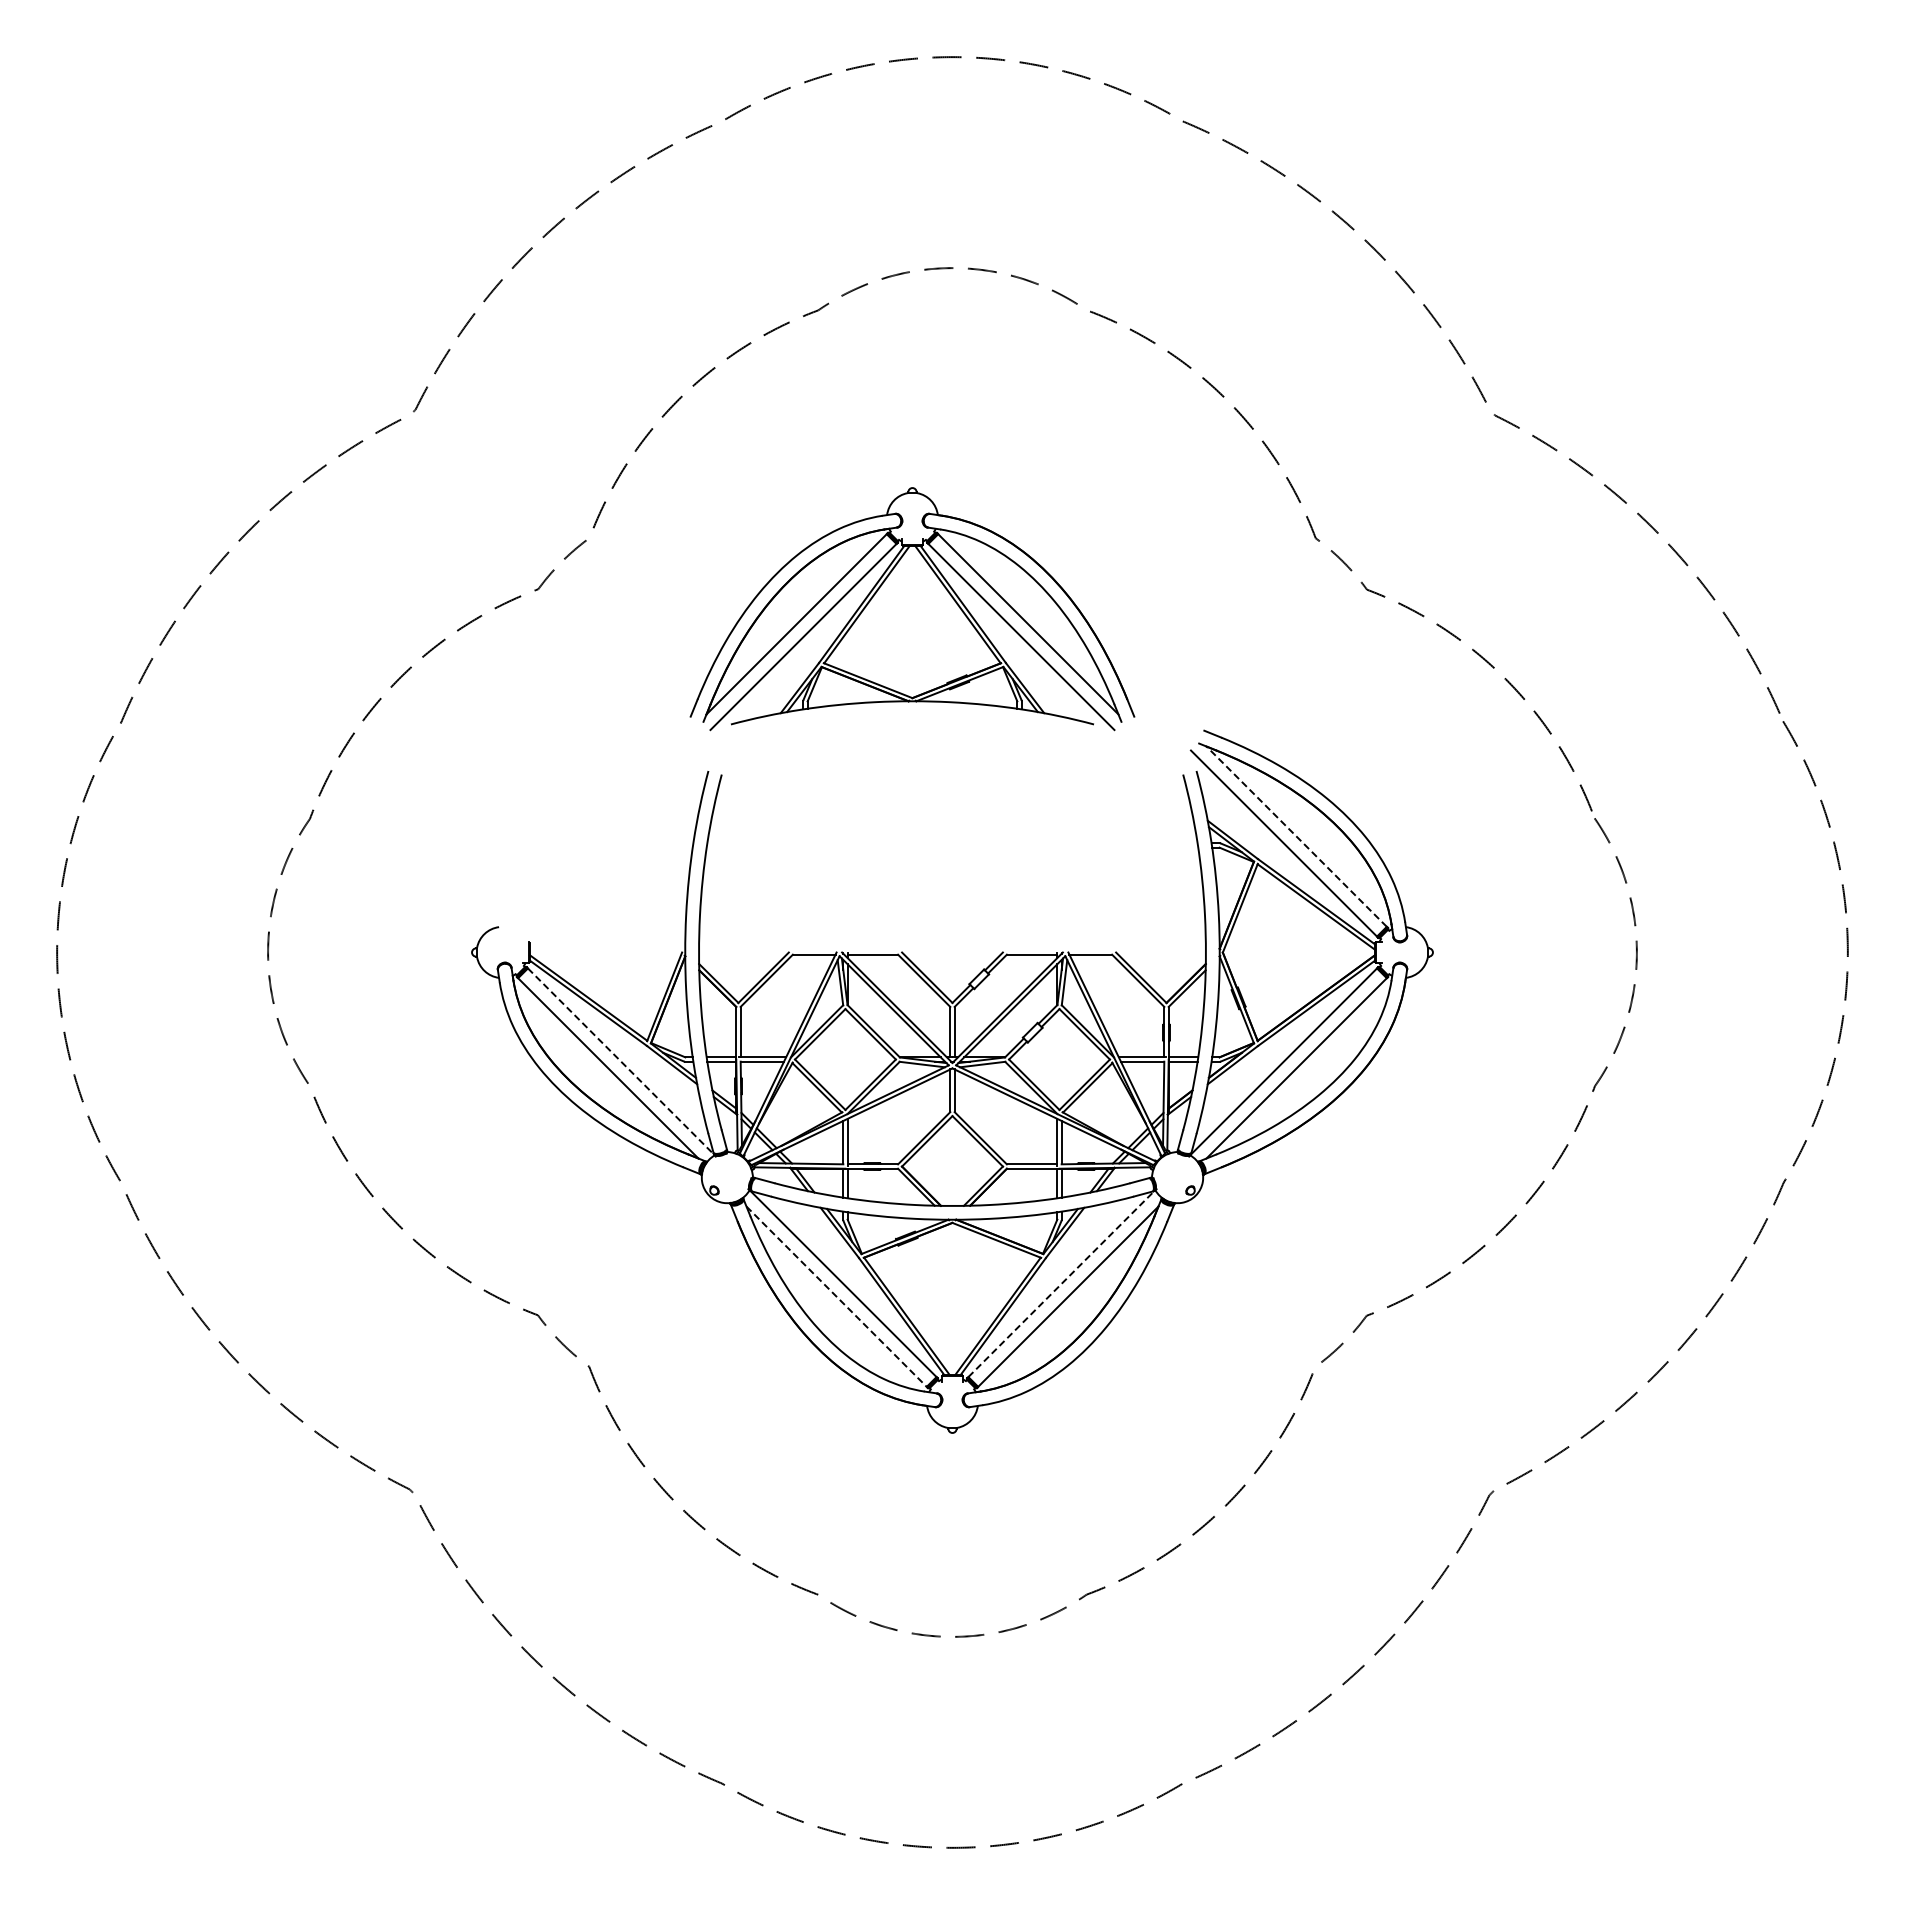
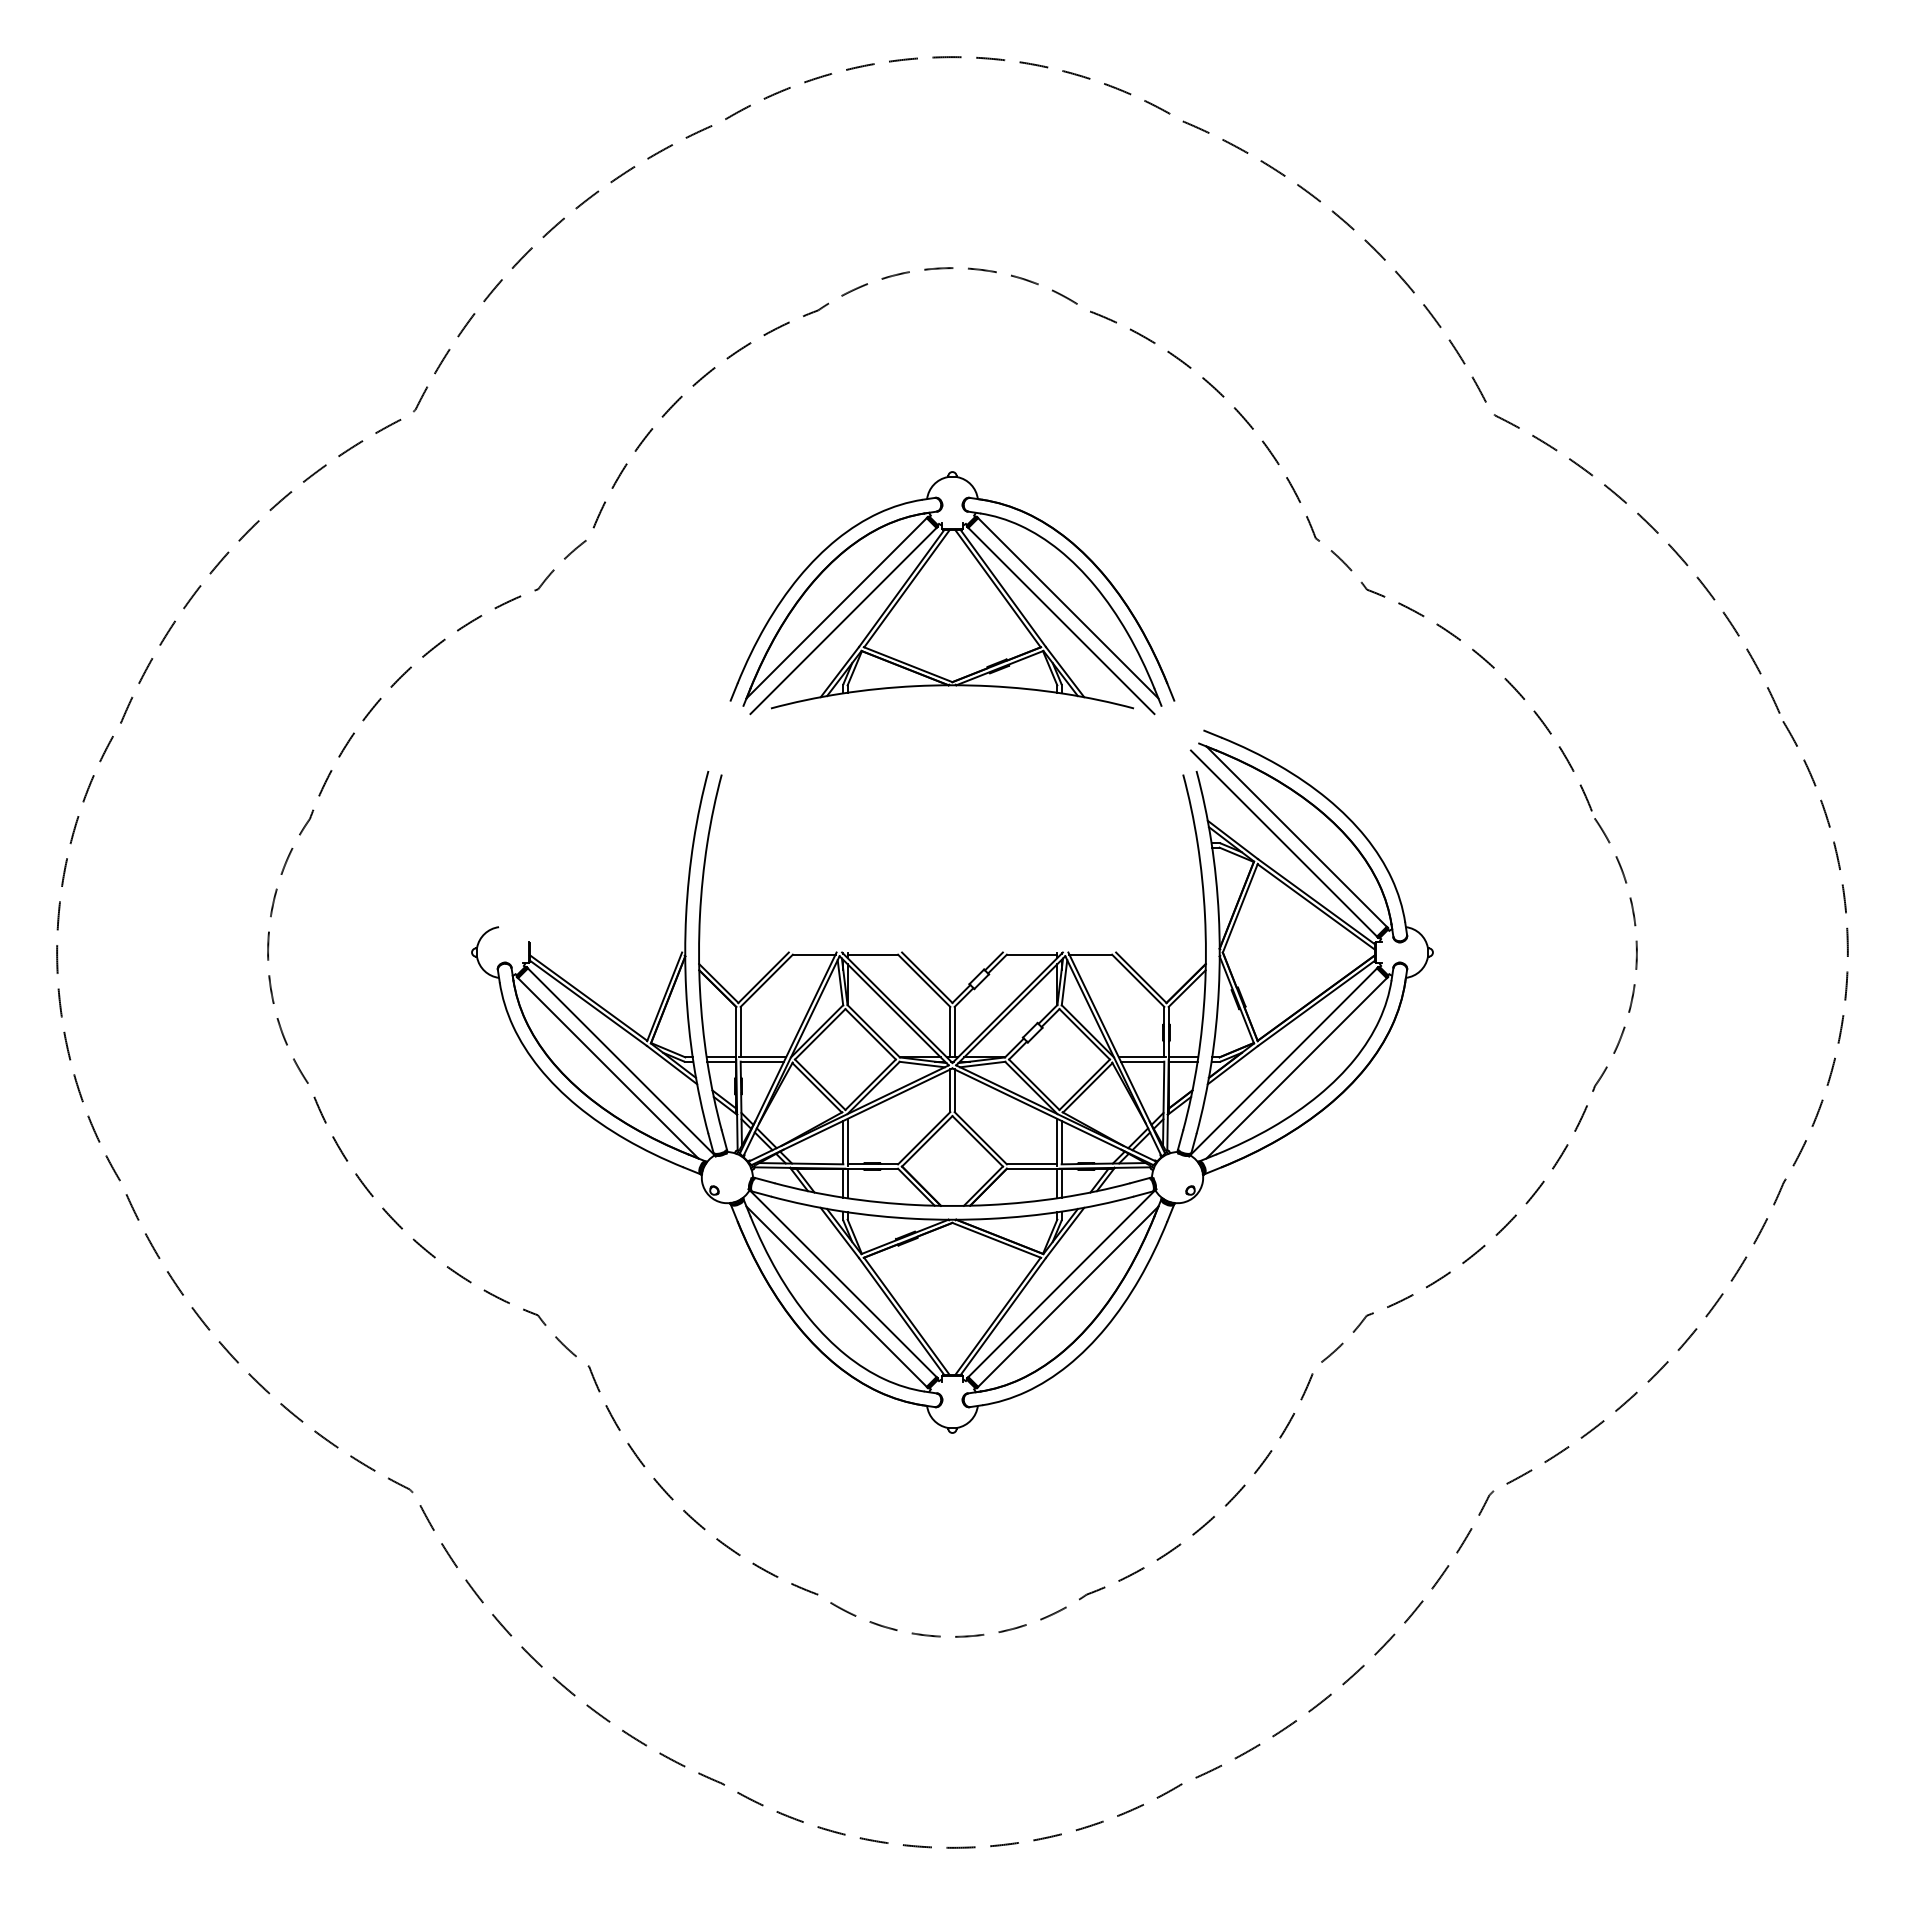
part at (912, 609) position: (912, 609) -> (952, 593)
line at (1296, 836): dashed -> solid
line at (620, 1061): dashed -> solid
line at (1061, 1284): dashed -> solid
line at (837, 1297): dashed -> solid
